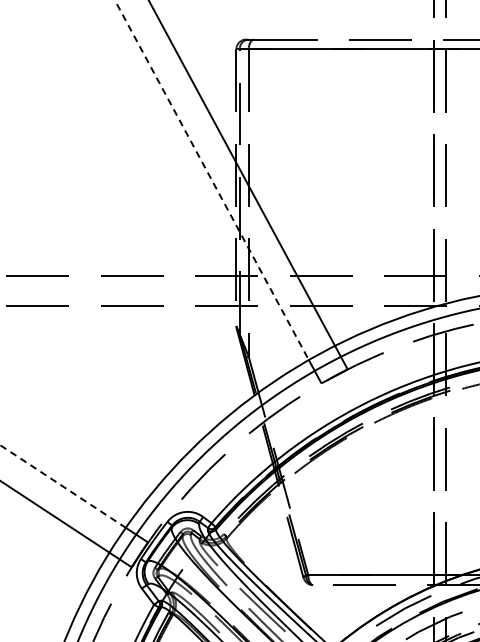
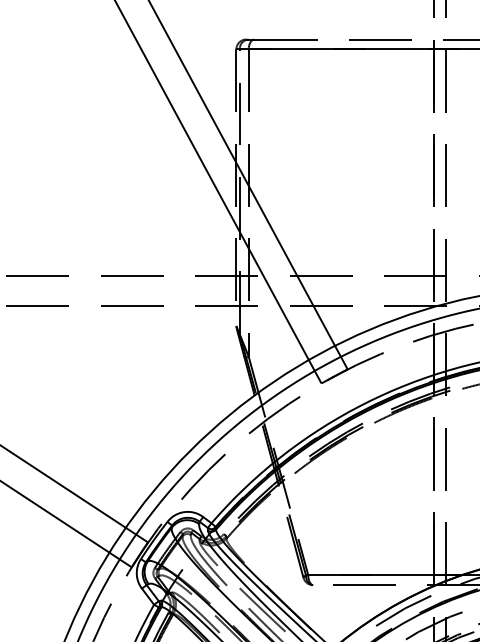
line at (212, 180): dashed -> solid
line at (63, 486): dashed -> solid
